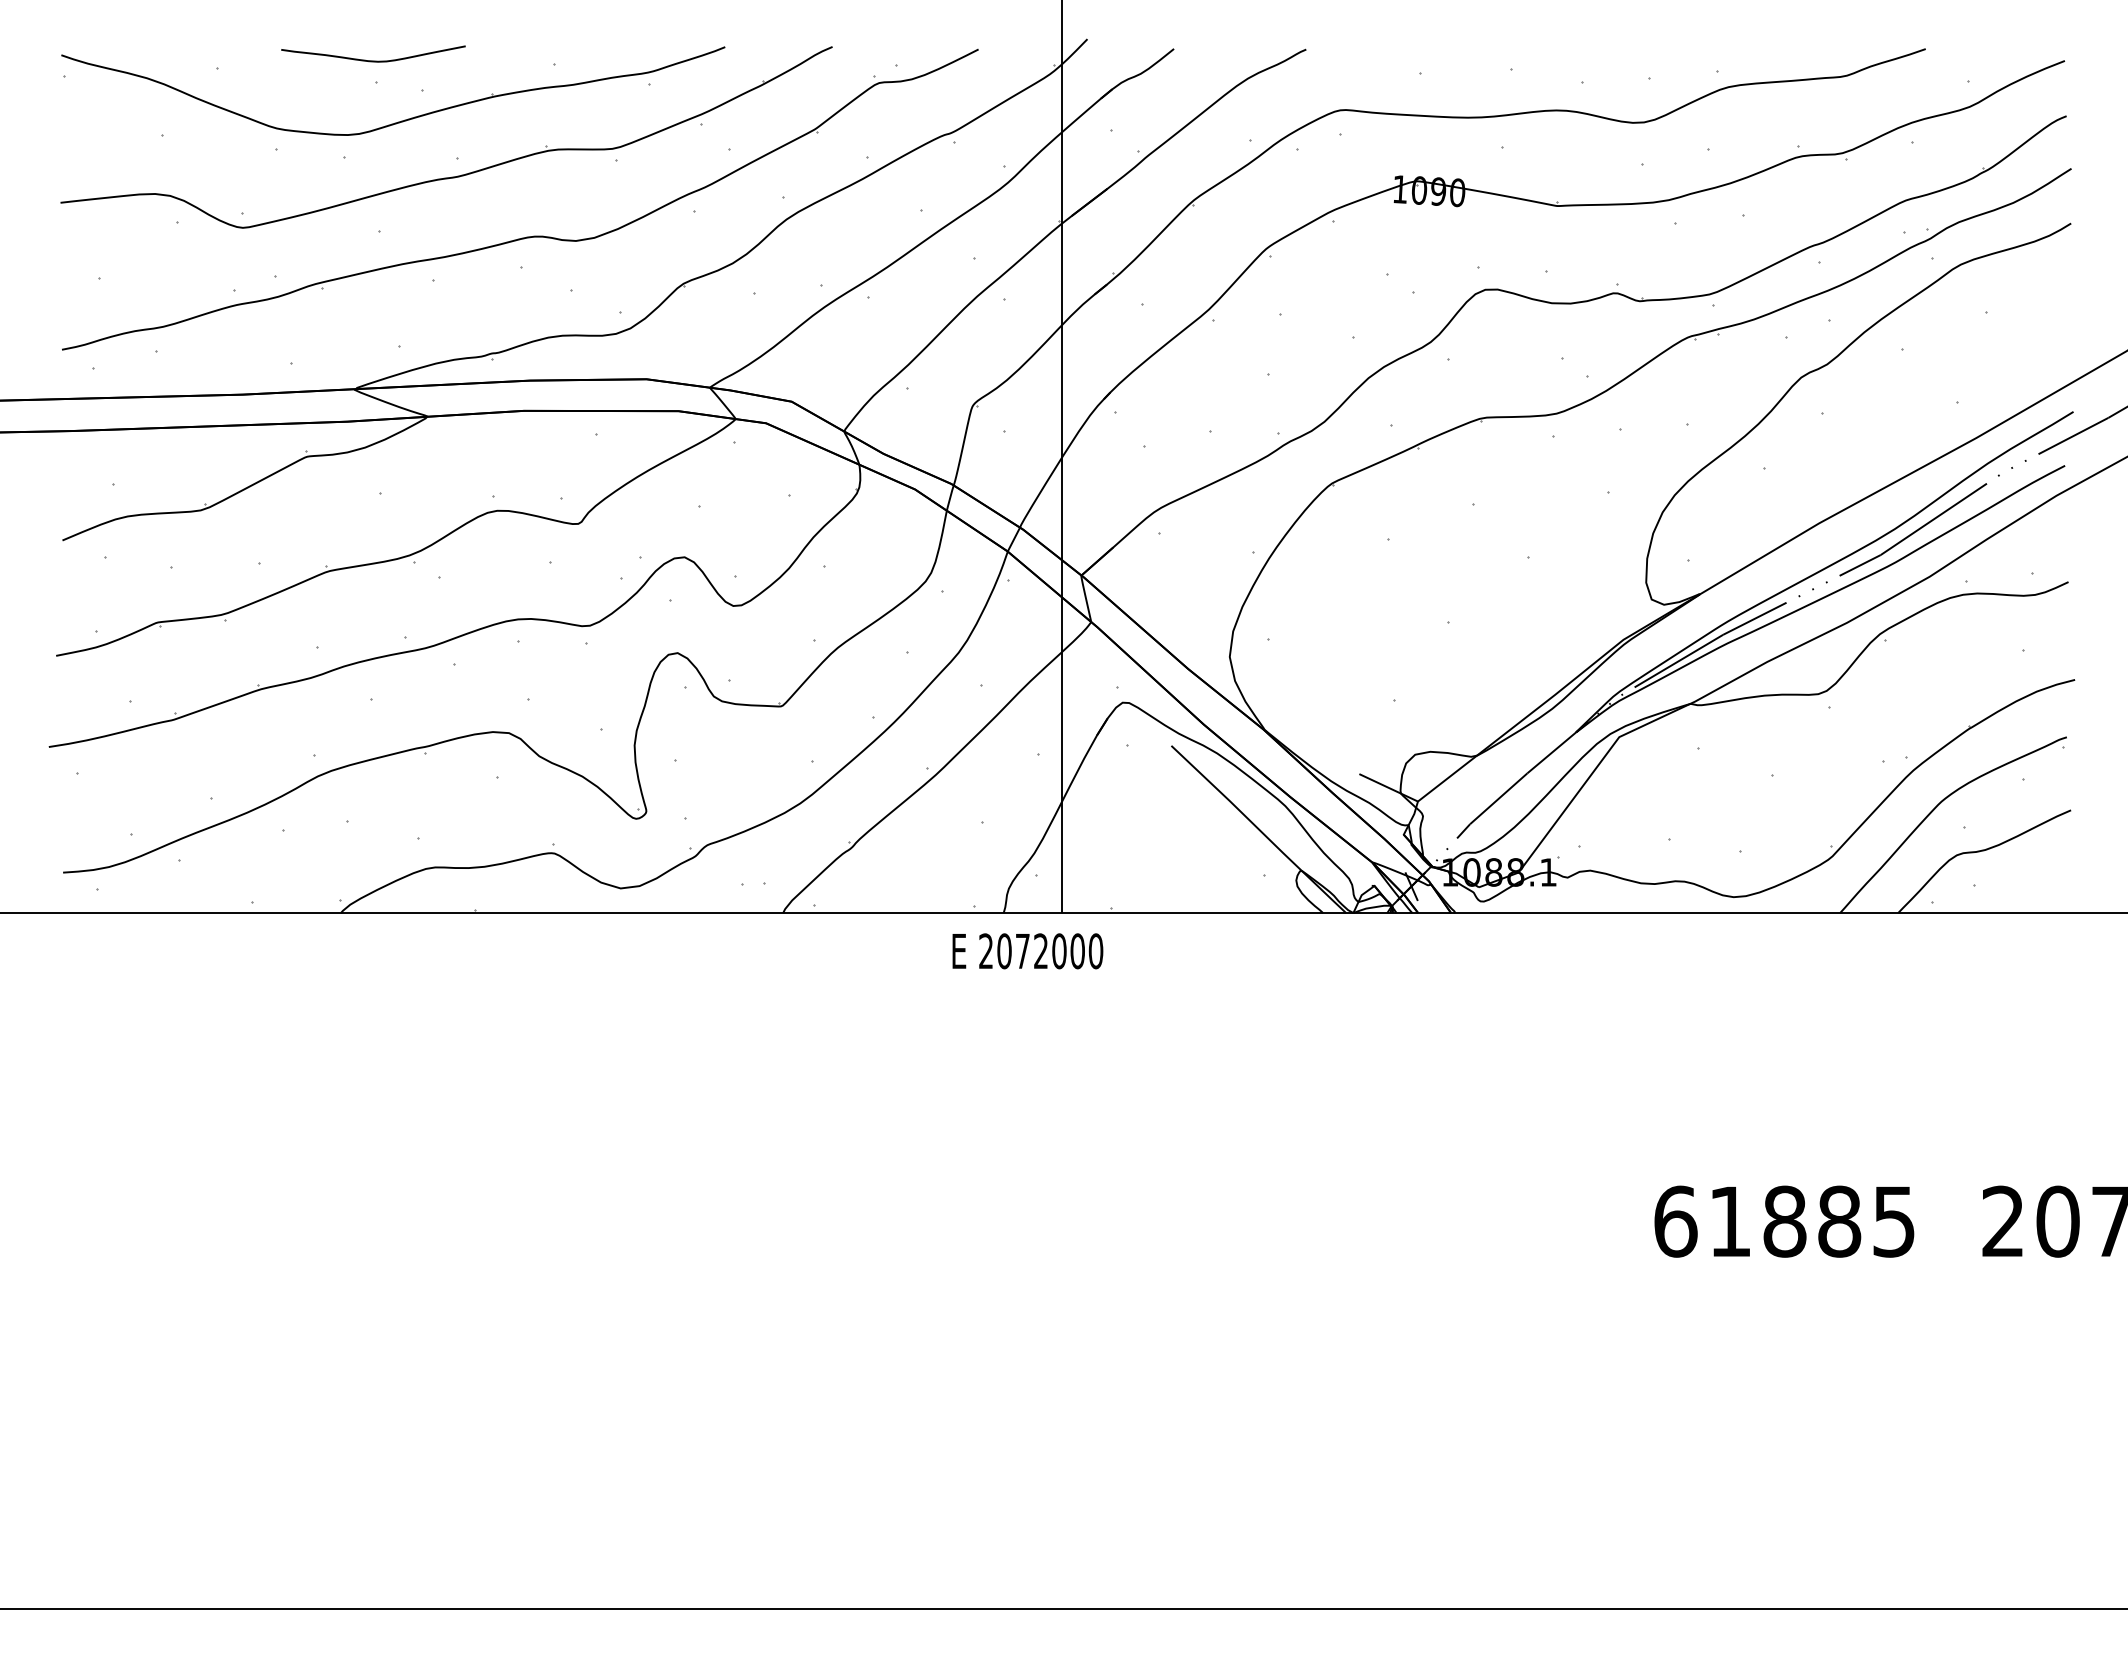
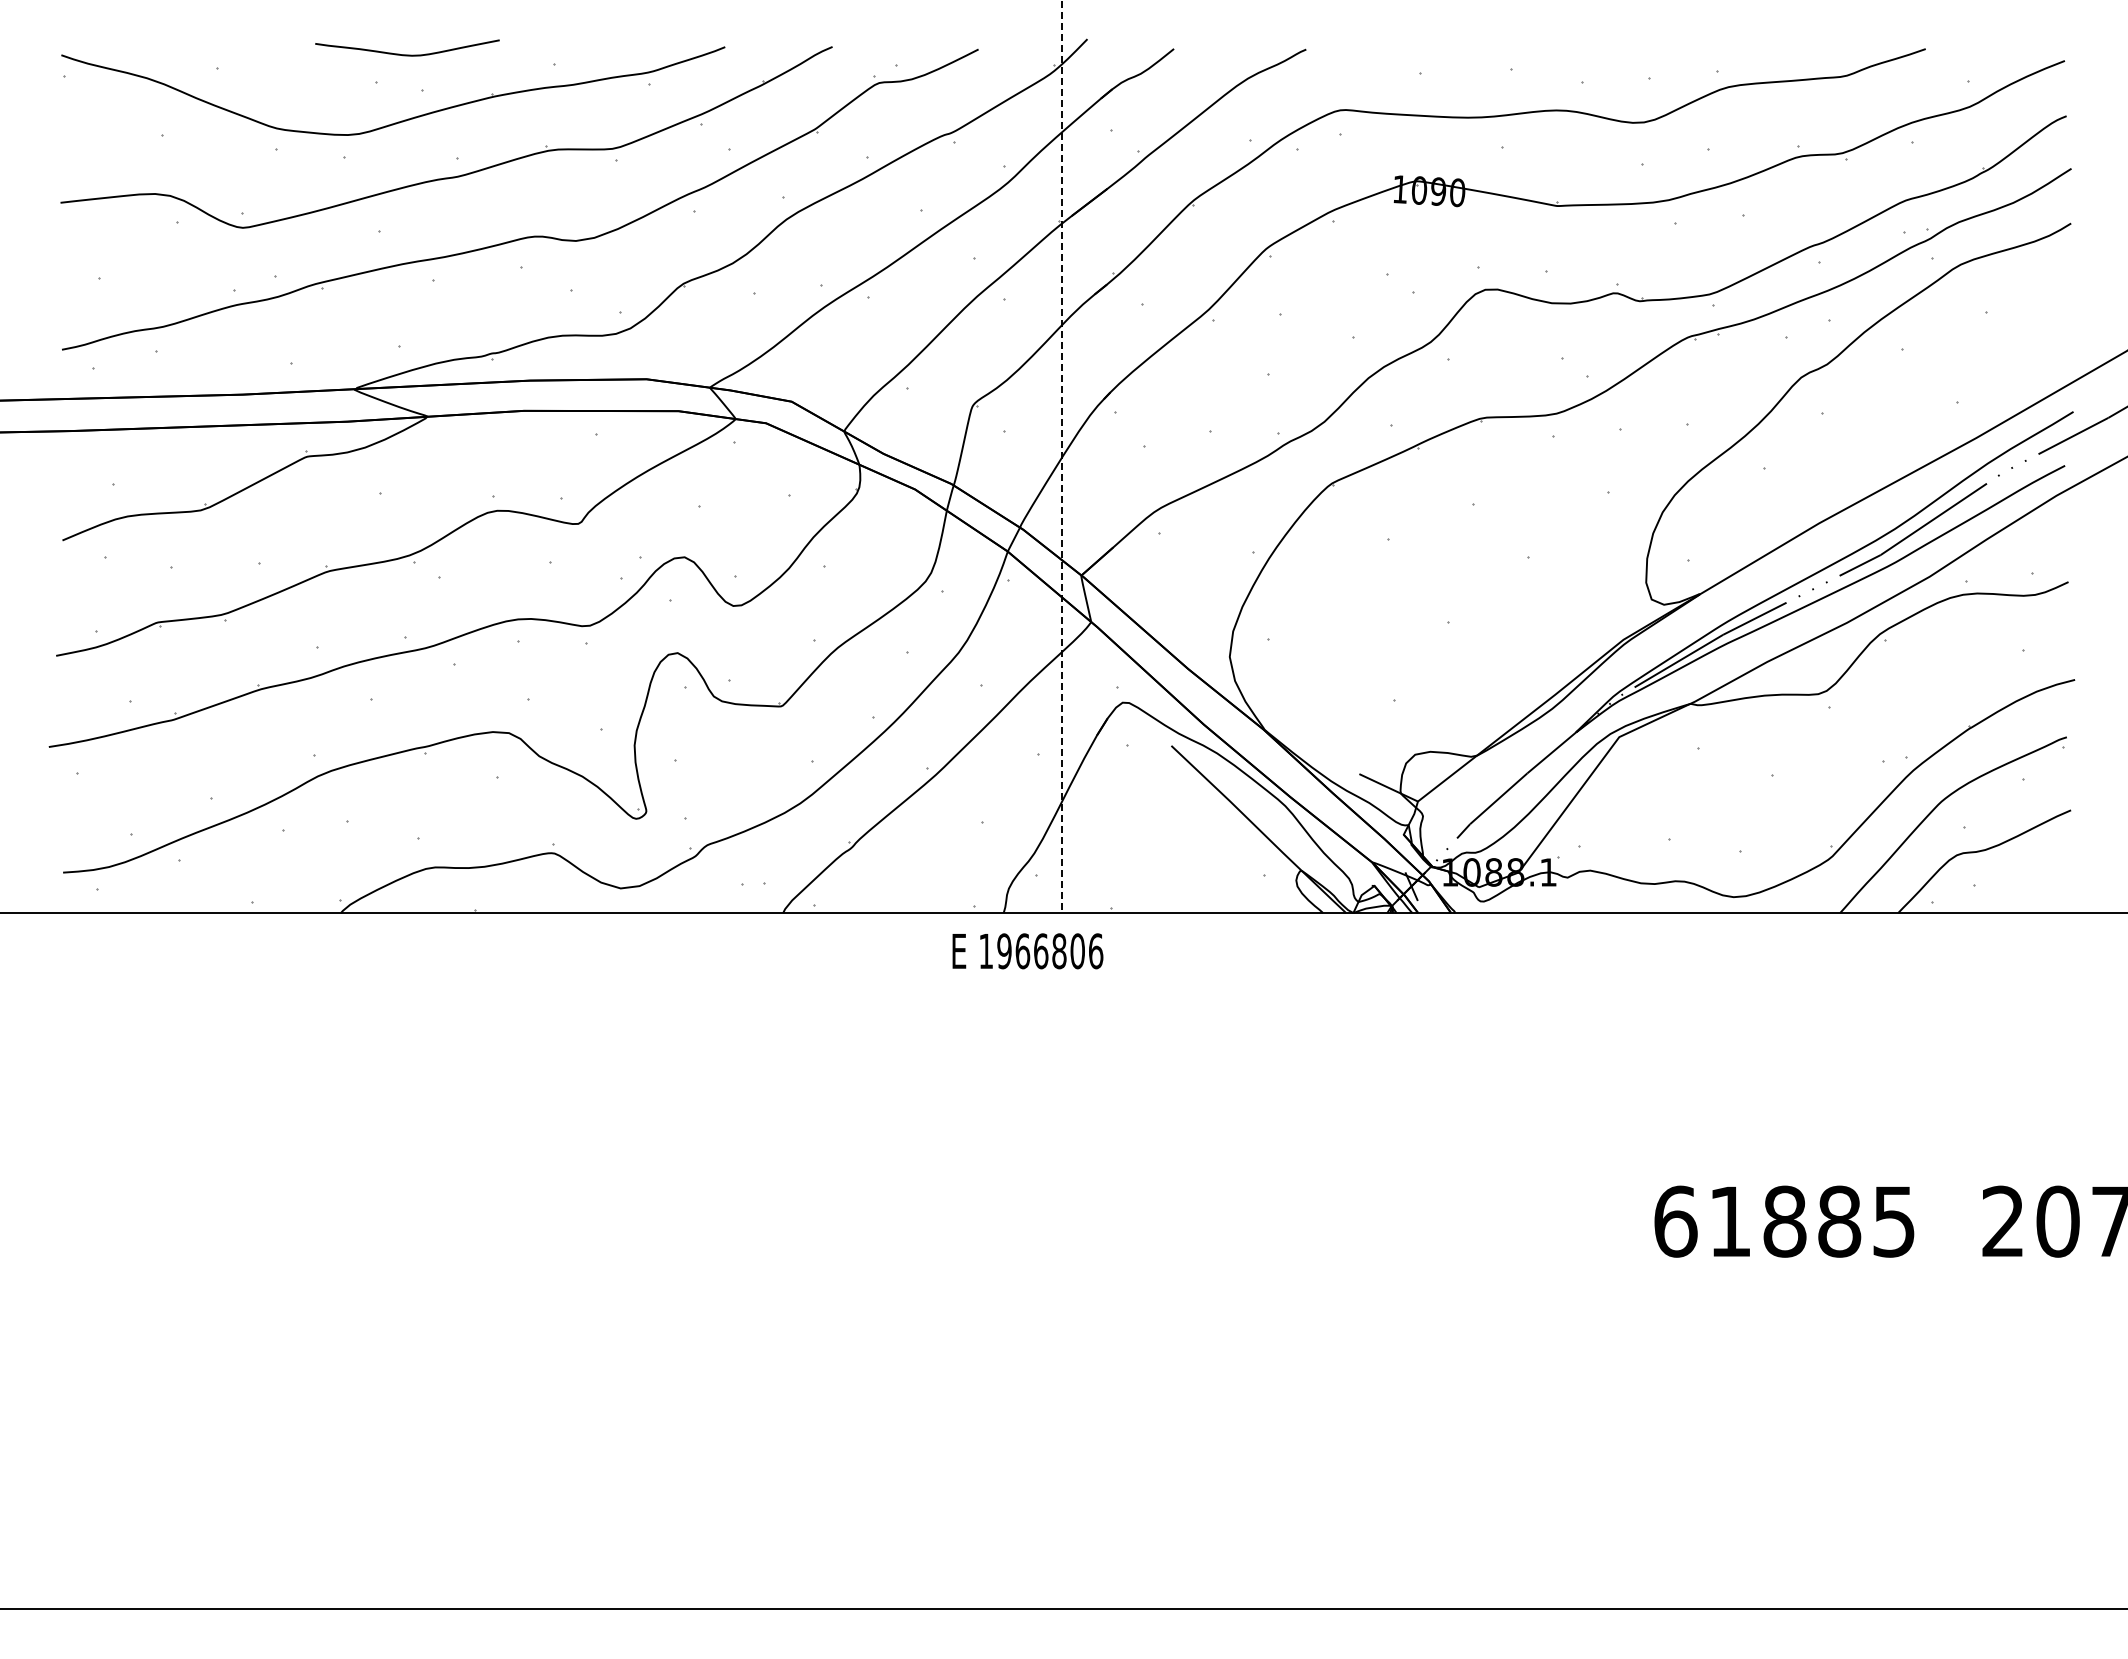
curve at (373, 60) position: (373, 60) -> (407, 54)
line at (1061, 457): solid -> dashed
text at (1041, 951): 2072000 -> 1966806
